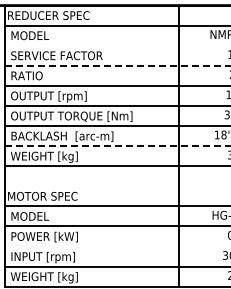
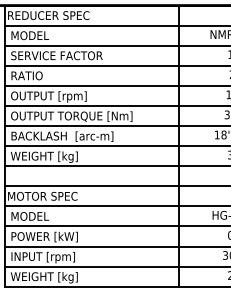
line at (115, 45): none -> present
line at (117, 65): dashed -> solid
line at (117, 146): dashed -> solid
line at (115, 186): none -> present
line at (115, 246): none -> present
